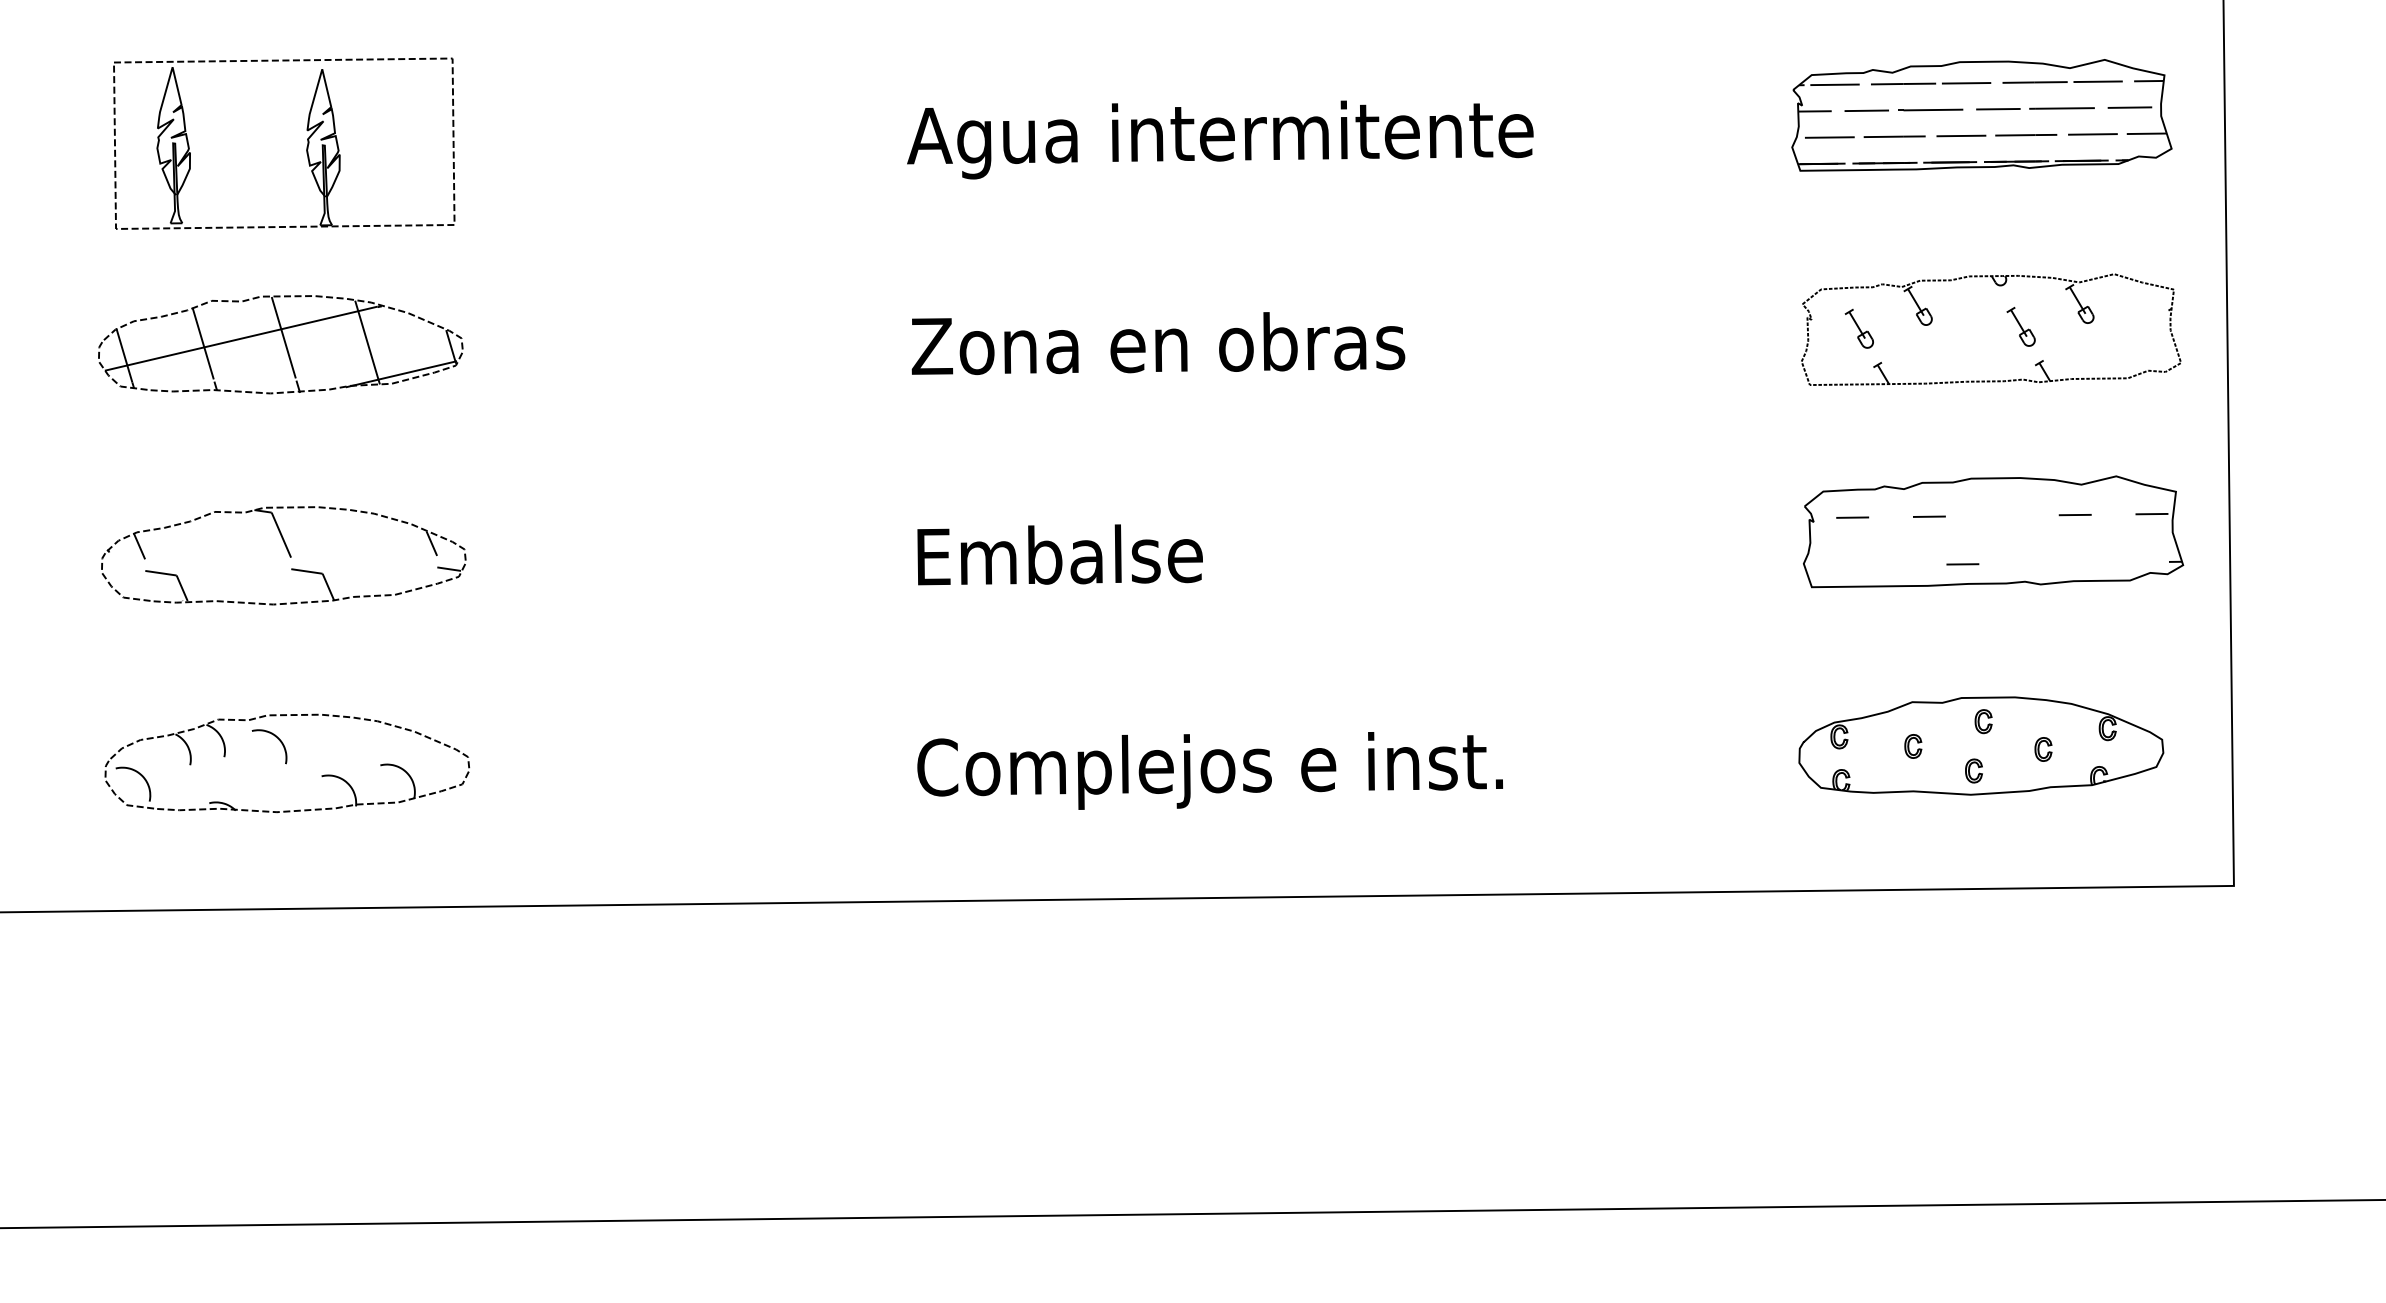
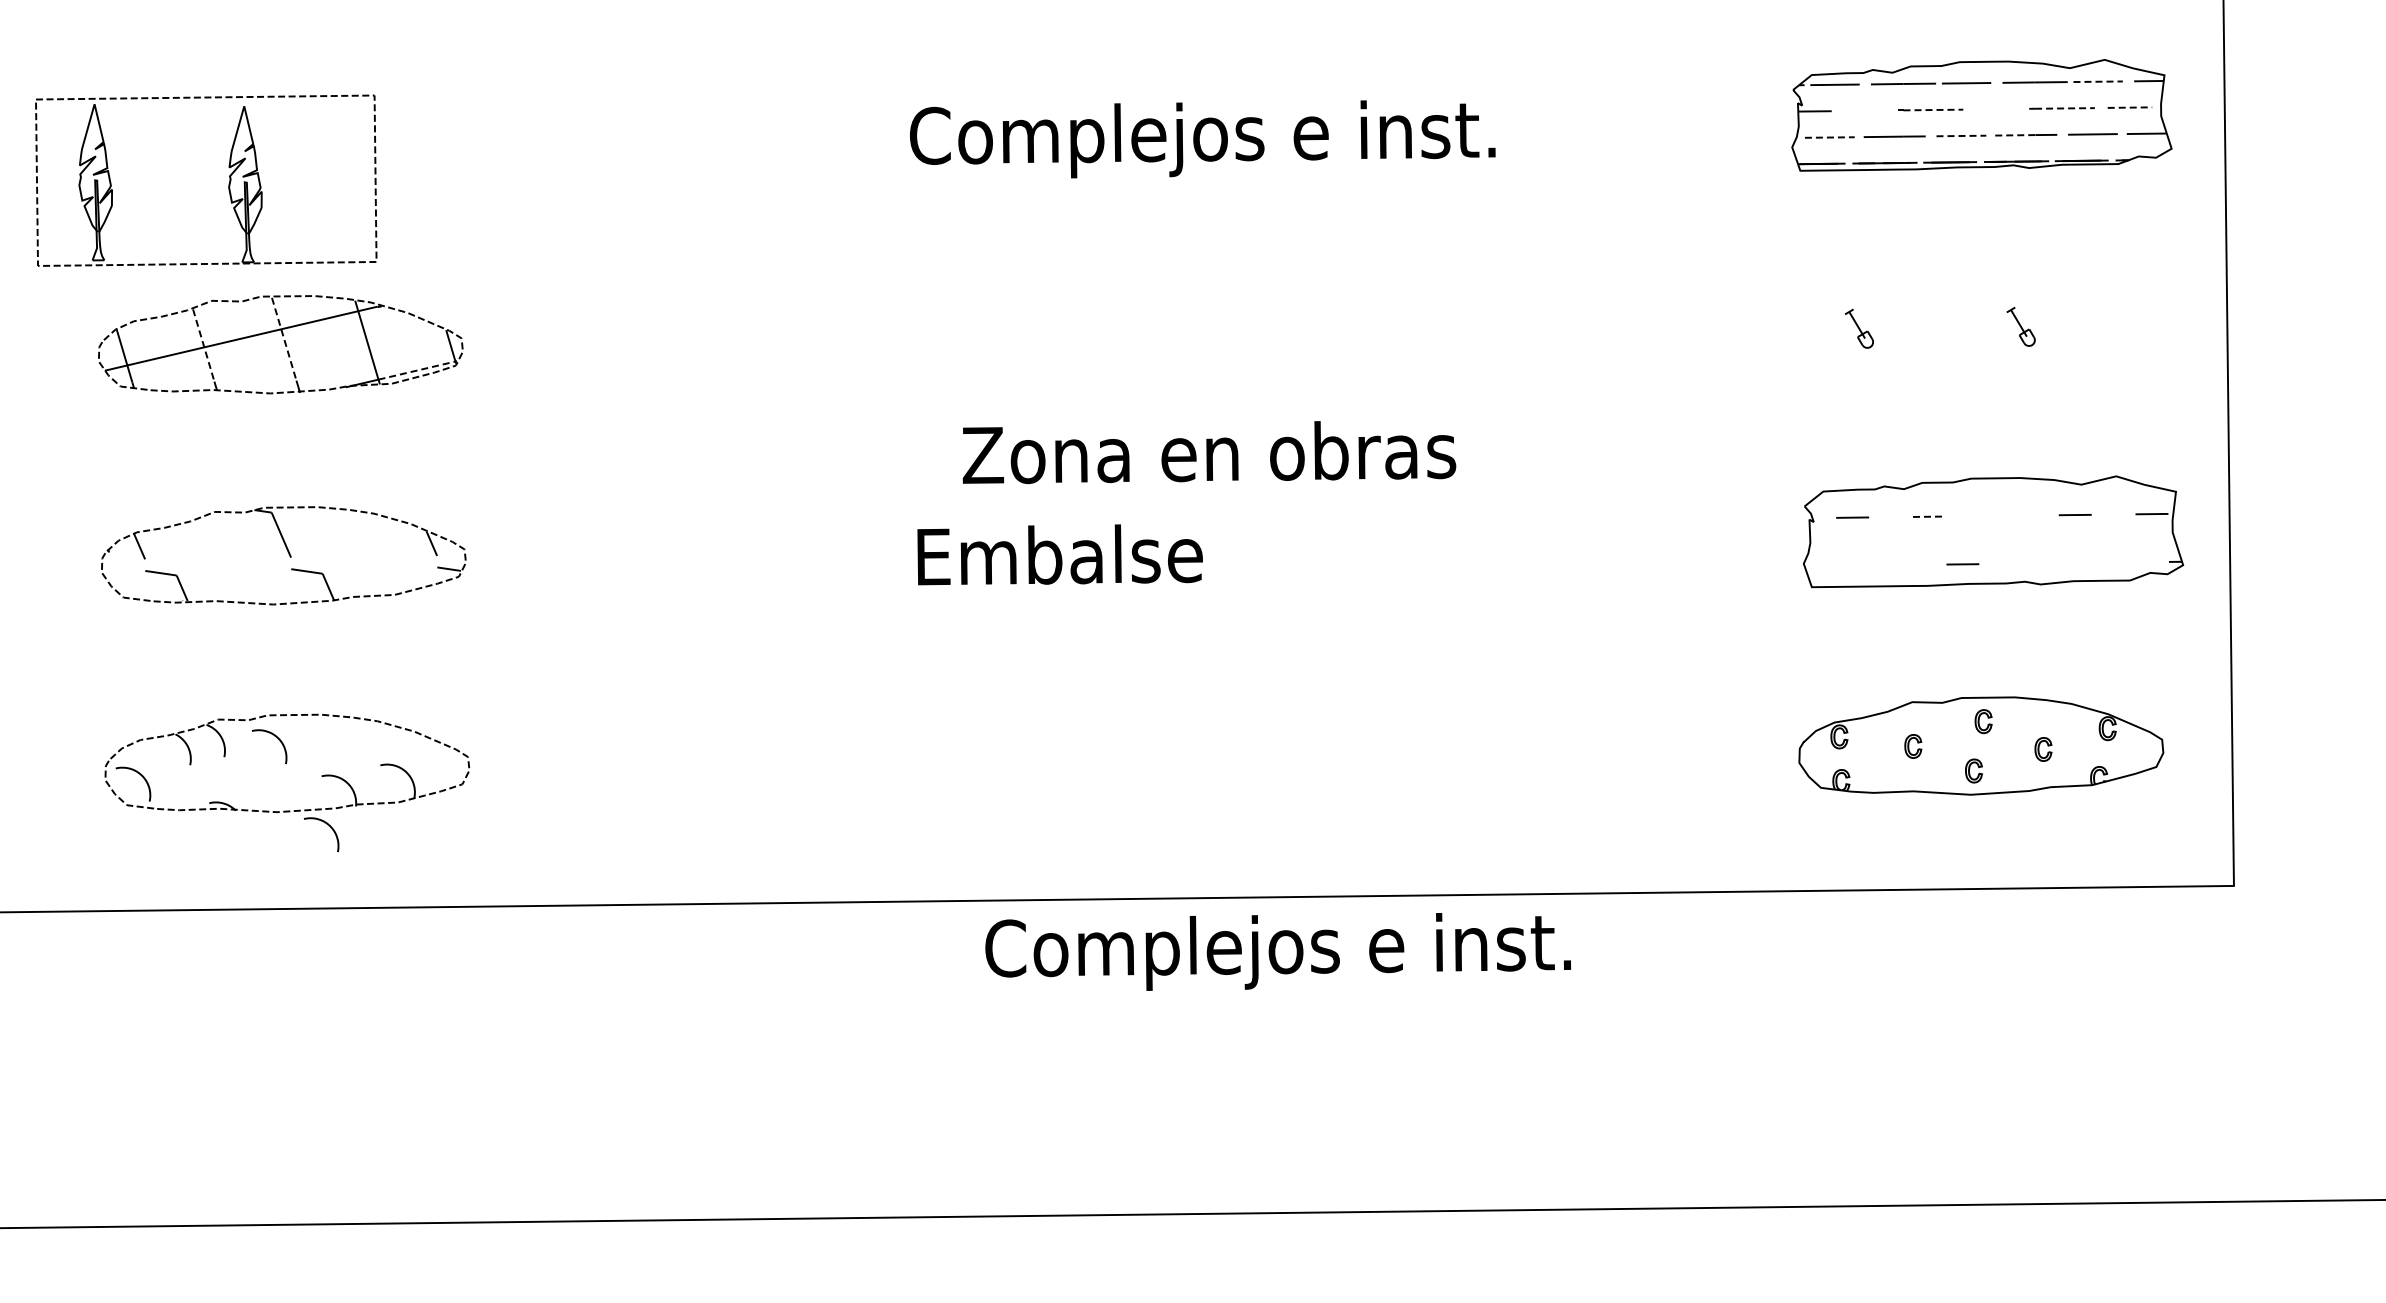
line at (2098, 81): solid -> dashed
line at (2130, 107): solid -> dashed
line at (2064, 108): solid -> dashed
line at (1998, 109): present -> none
line at (1866, 110): present -> none
line at (1933, 110): solid -> dashed
line at (2015, 135): solid -> dashed
line at (1961, 136): solid -> dashed
line at (1829, 137): solid -> dashed
text at (1220, 139): Agua intermitente -> Complejos e inst.
part at (306, 146) position: (306, 146) -> (228, 183)
part at (1998, 286): present -> none
line at (283, 337): solid -> dashed
line at (203, 343): solid -> dashed
text at (1158, 343) position: (1158, 343) -> (1209, 452)
line at (418, 370): solid -> dashed
line at (1929, 516): solid -> dashed
text at (1209, 770) position: (1209, 770) -> (1277, 951)
curve at (327, 825): none -> present
